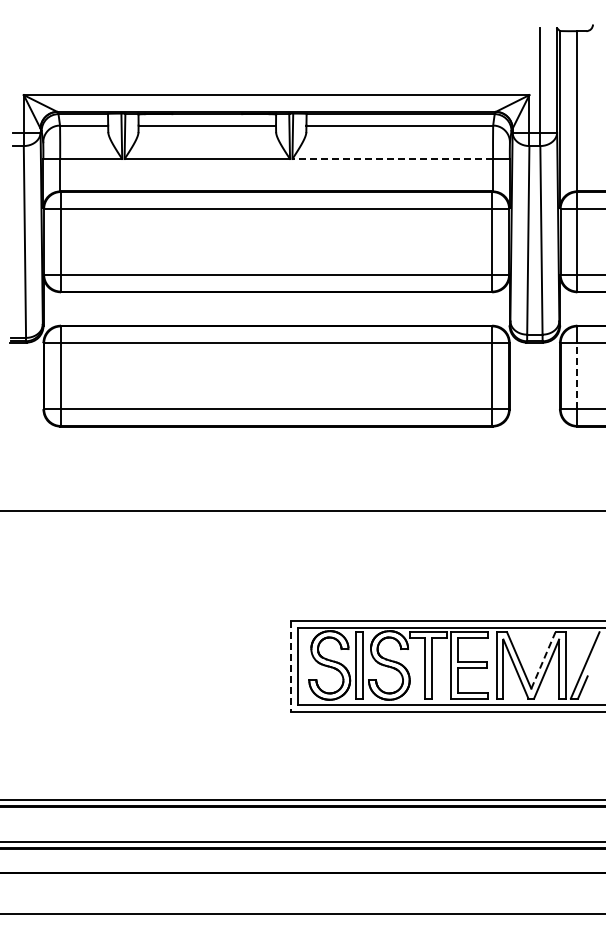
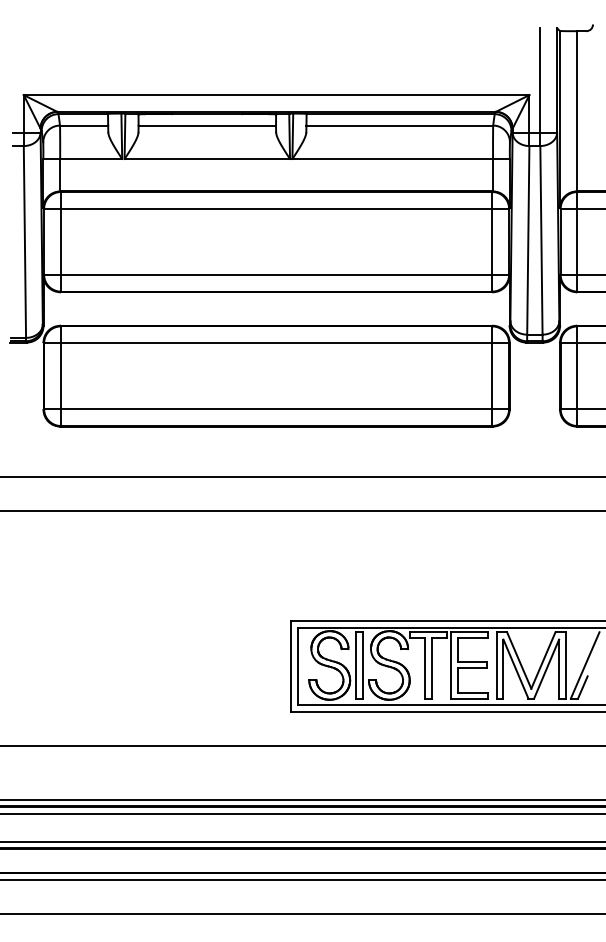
line at (392, 159): dashed -> solid
line at (577, 375): dashed -> solid
line at (302, 476): none -> present
line at (543, 660): dashed -> solid
line at (291, 667): dashed -> solid
line at (302, 745): none -> present
line at (302, 813): none -> present
line at (302, 880): none -> present
